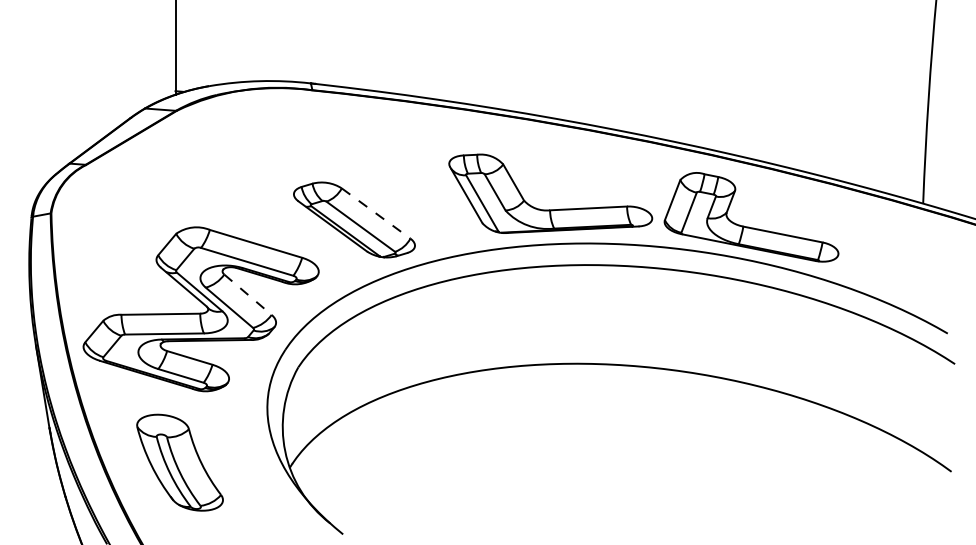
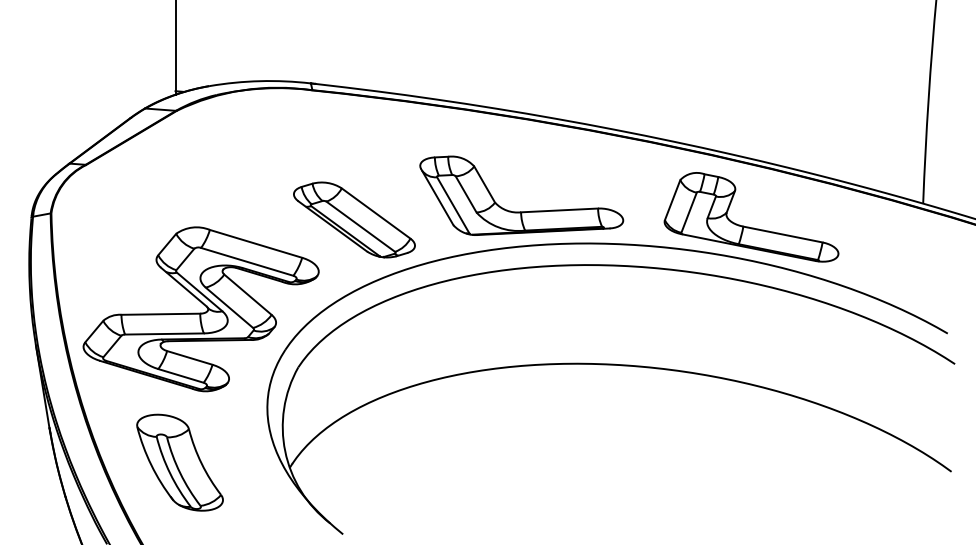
part at (550, 209) position: (550, 209) -> (521, 211)
line at (376, 213): dashed -> solid
line at (248, 295): dashed -> solid
